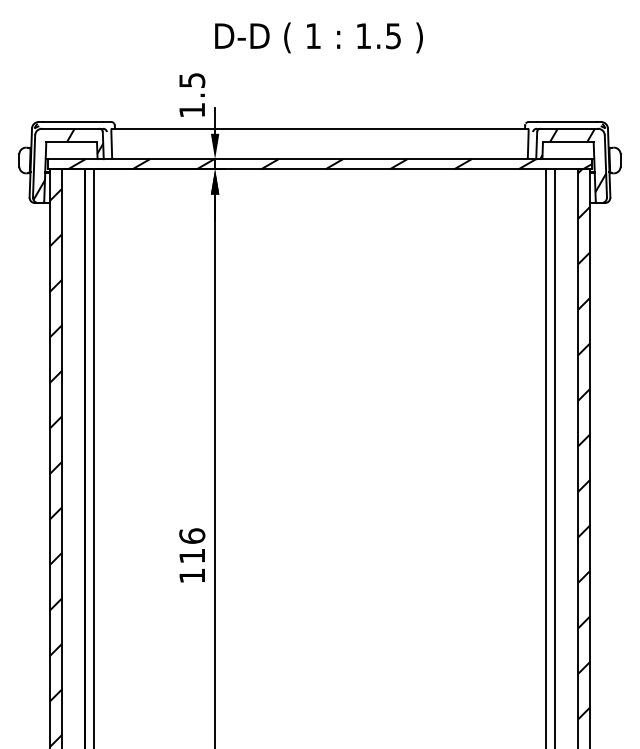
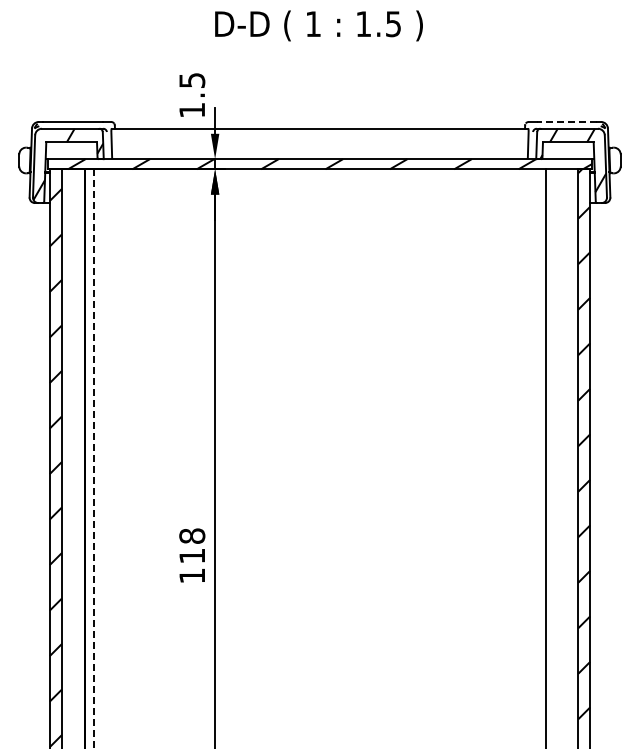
text at (318, 37) position: (318, 37) -> (318, 25)
line at (566, 122): solid -> dashed
line at (555, 457): present -> none
line at (93, 459): solid -> dashed
text at (192, 535): 116 -> 118
